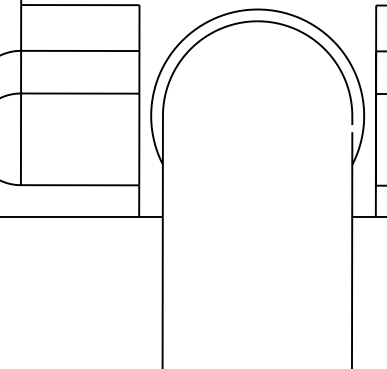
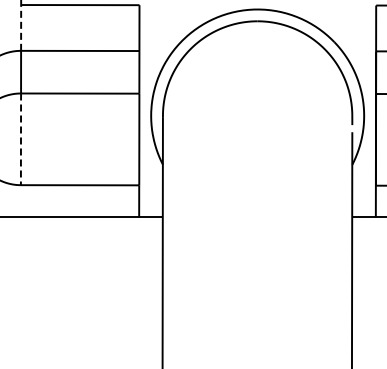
line at (21, 27): solid -> dashed
line at (21, 139): solid -> dashed
